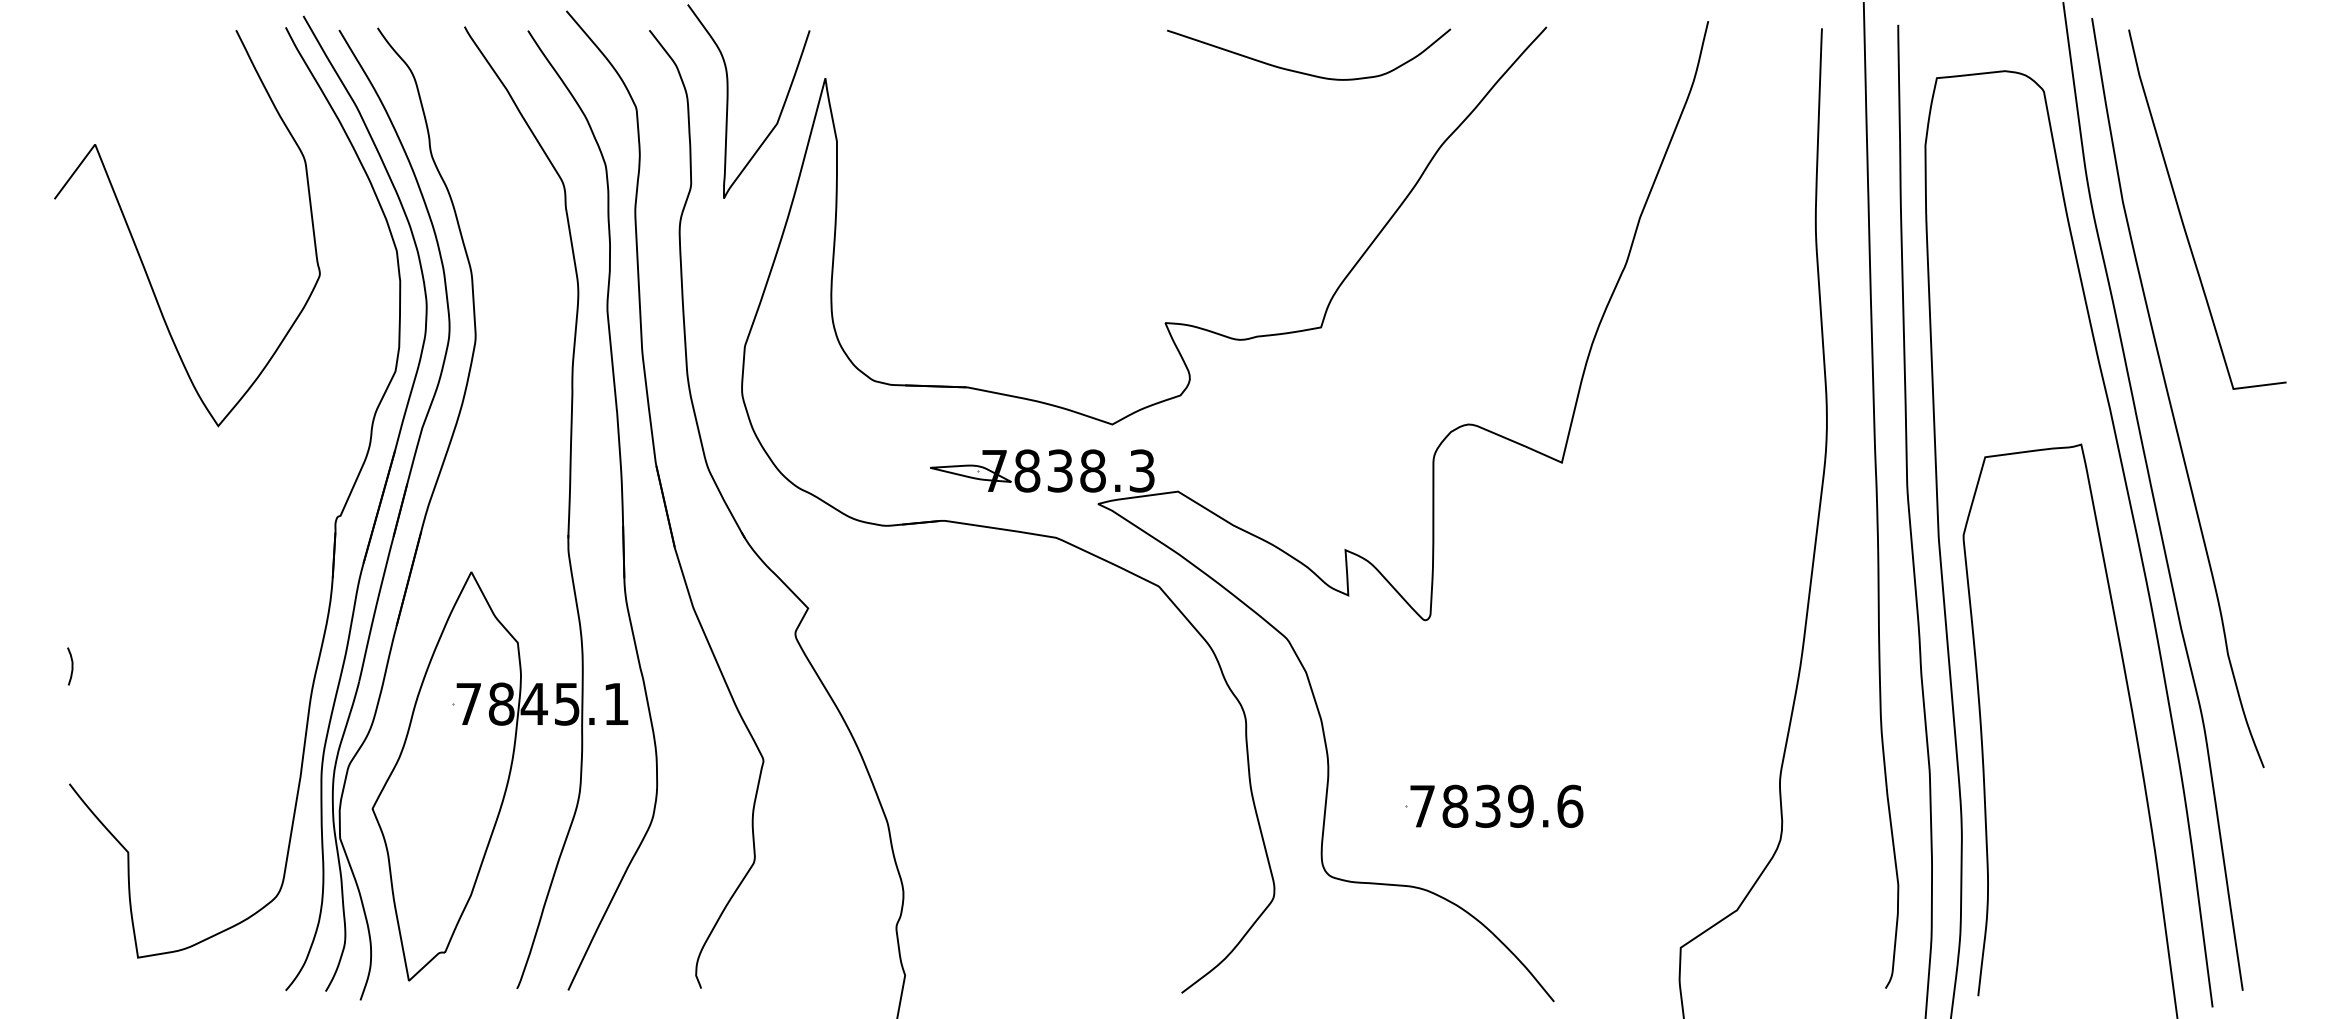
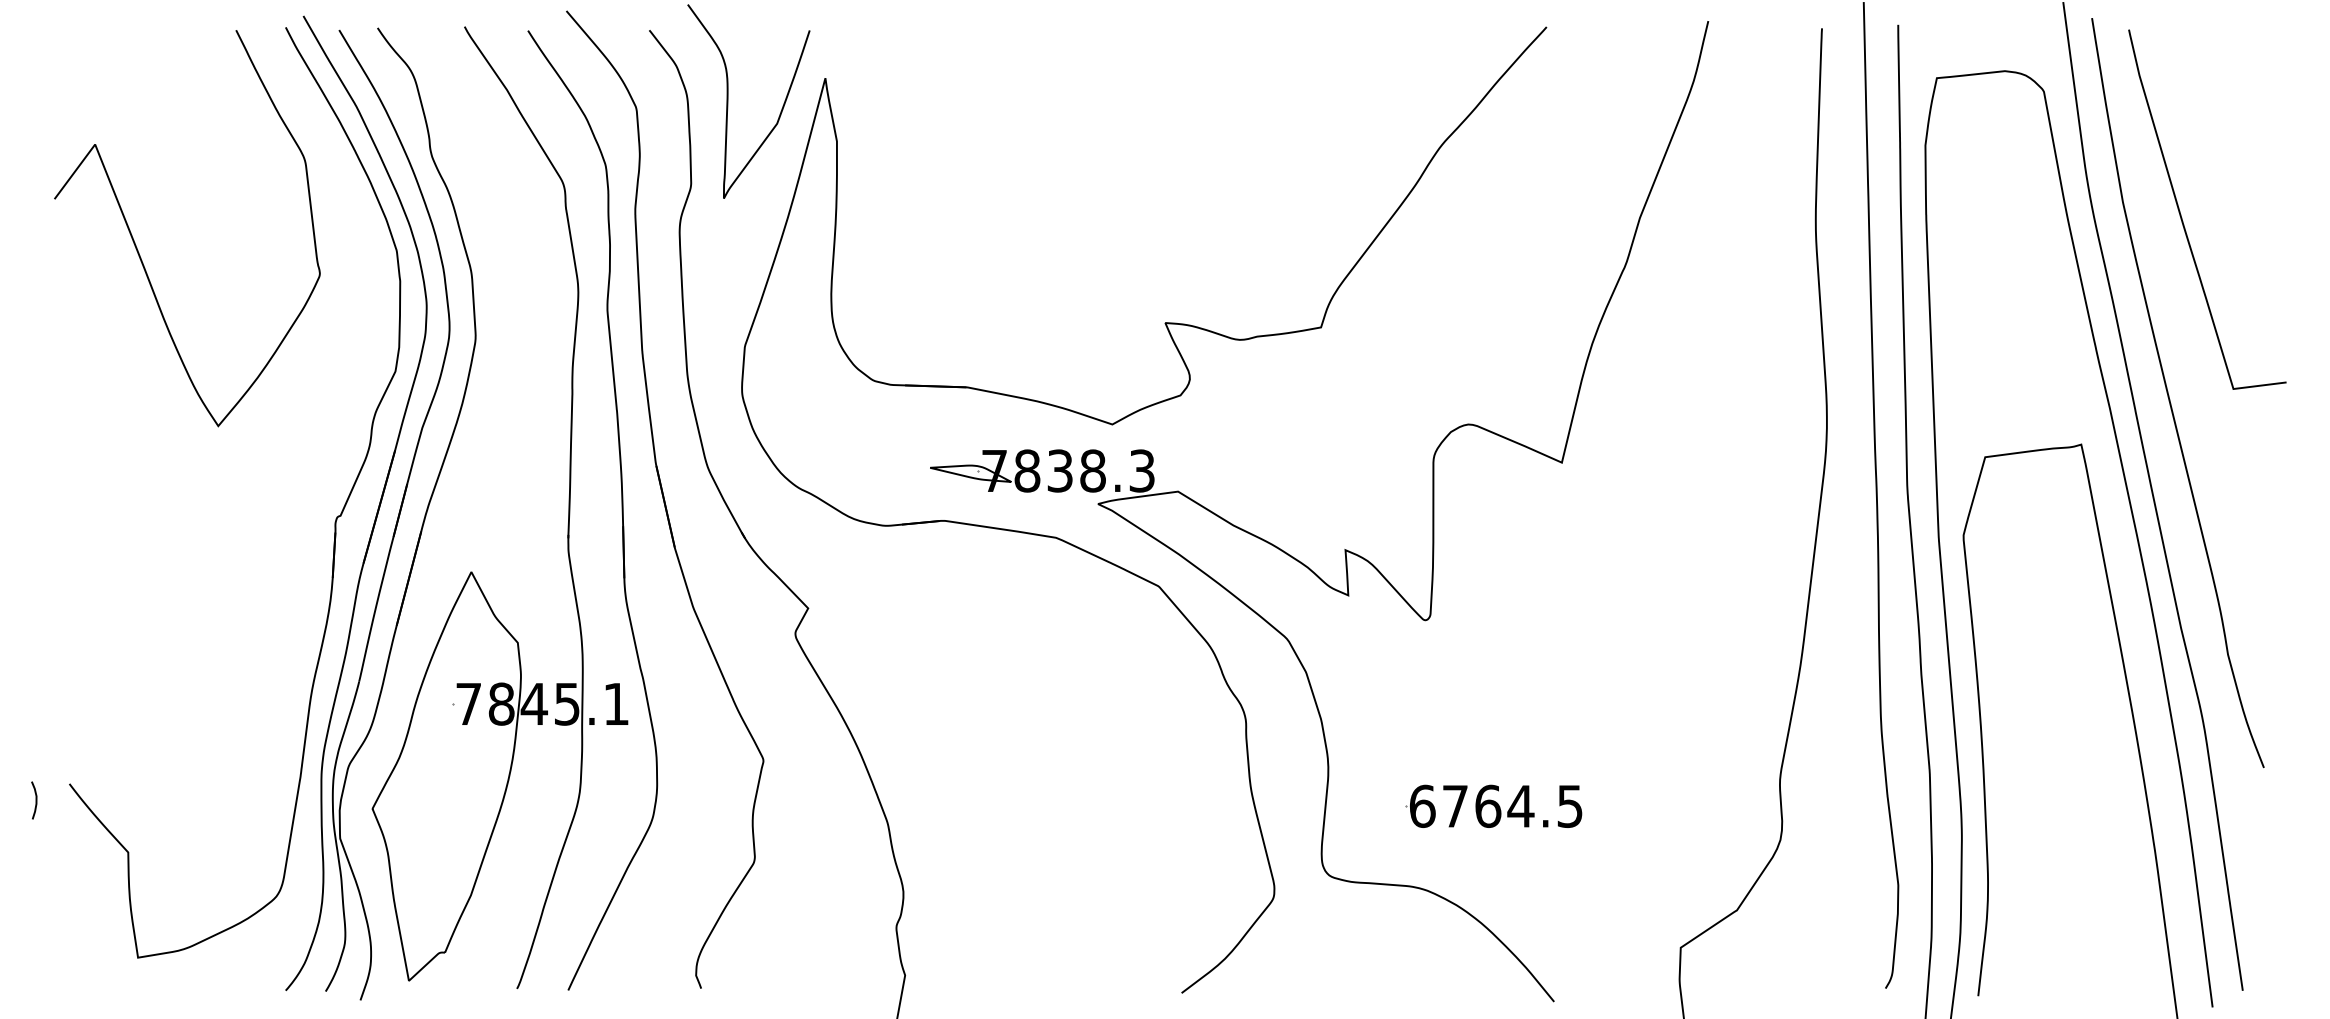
curve at (1304, 72): present -> none
curve at (71, 666) position: (71, 666) -> (35, 800)
text at (1496, 805): 7839.6 -> 6764.5
